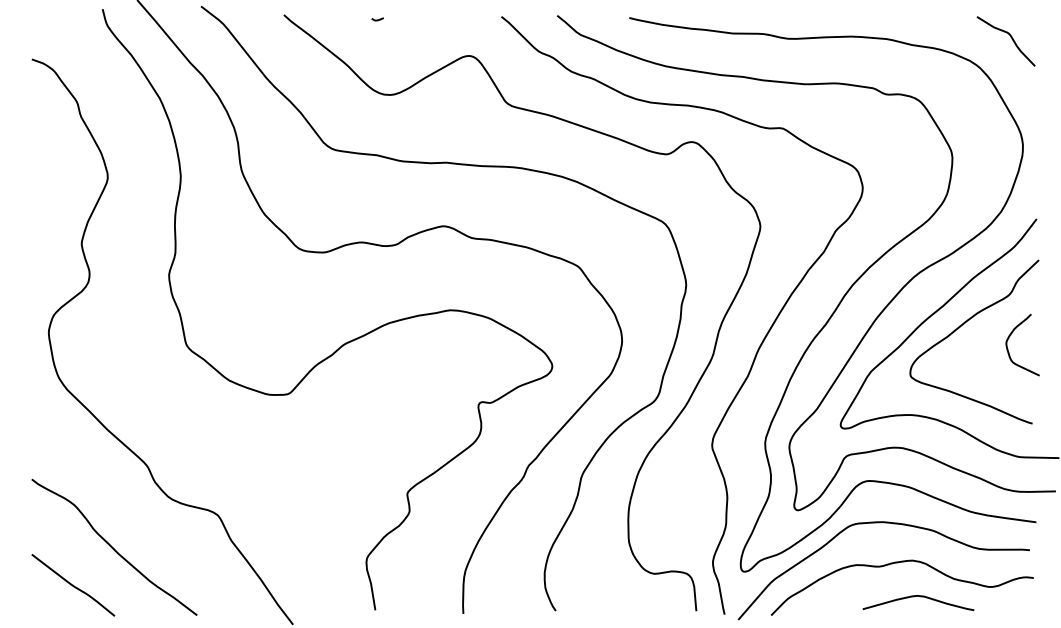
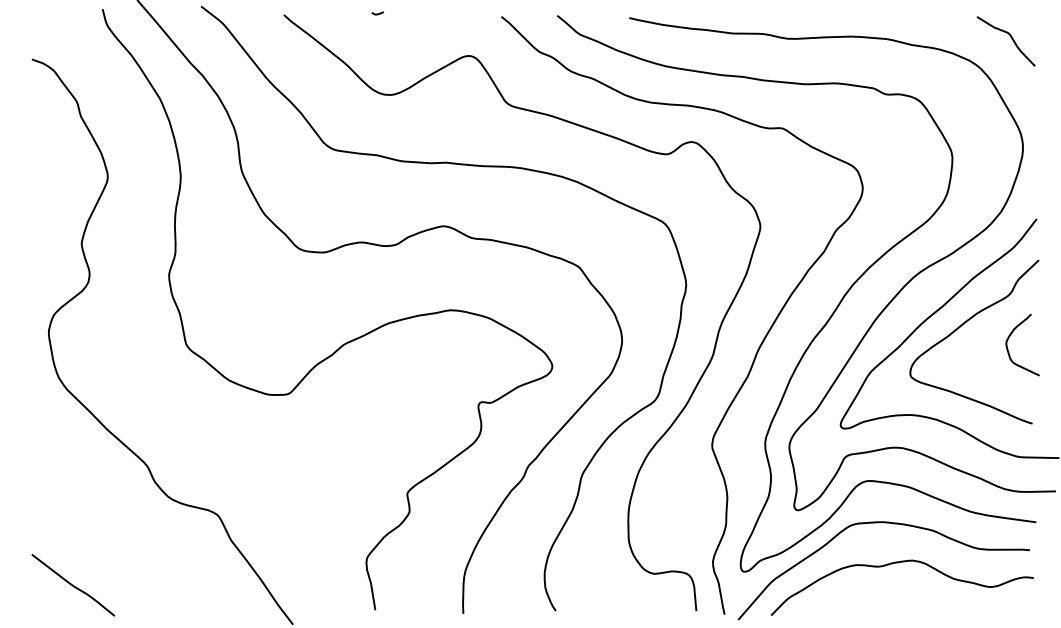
curve at (377, 19) position: (377, 19) -> (377, 13)
curve at (113, 547): present -> none
curve at (920, 597): present -> none
